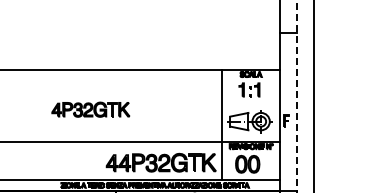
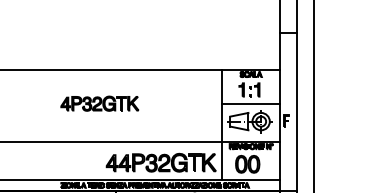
line at (296, 96): dashed -> solid
line at (250, 104): none -> present
part at (90, 109) position: (90, 109) -> (99, 103)
